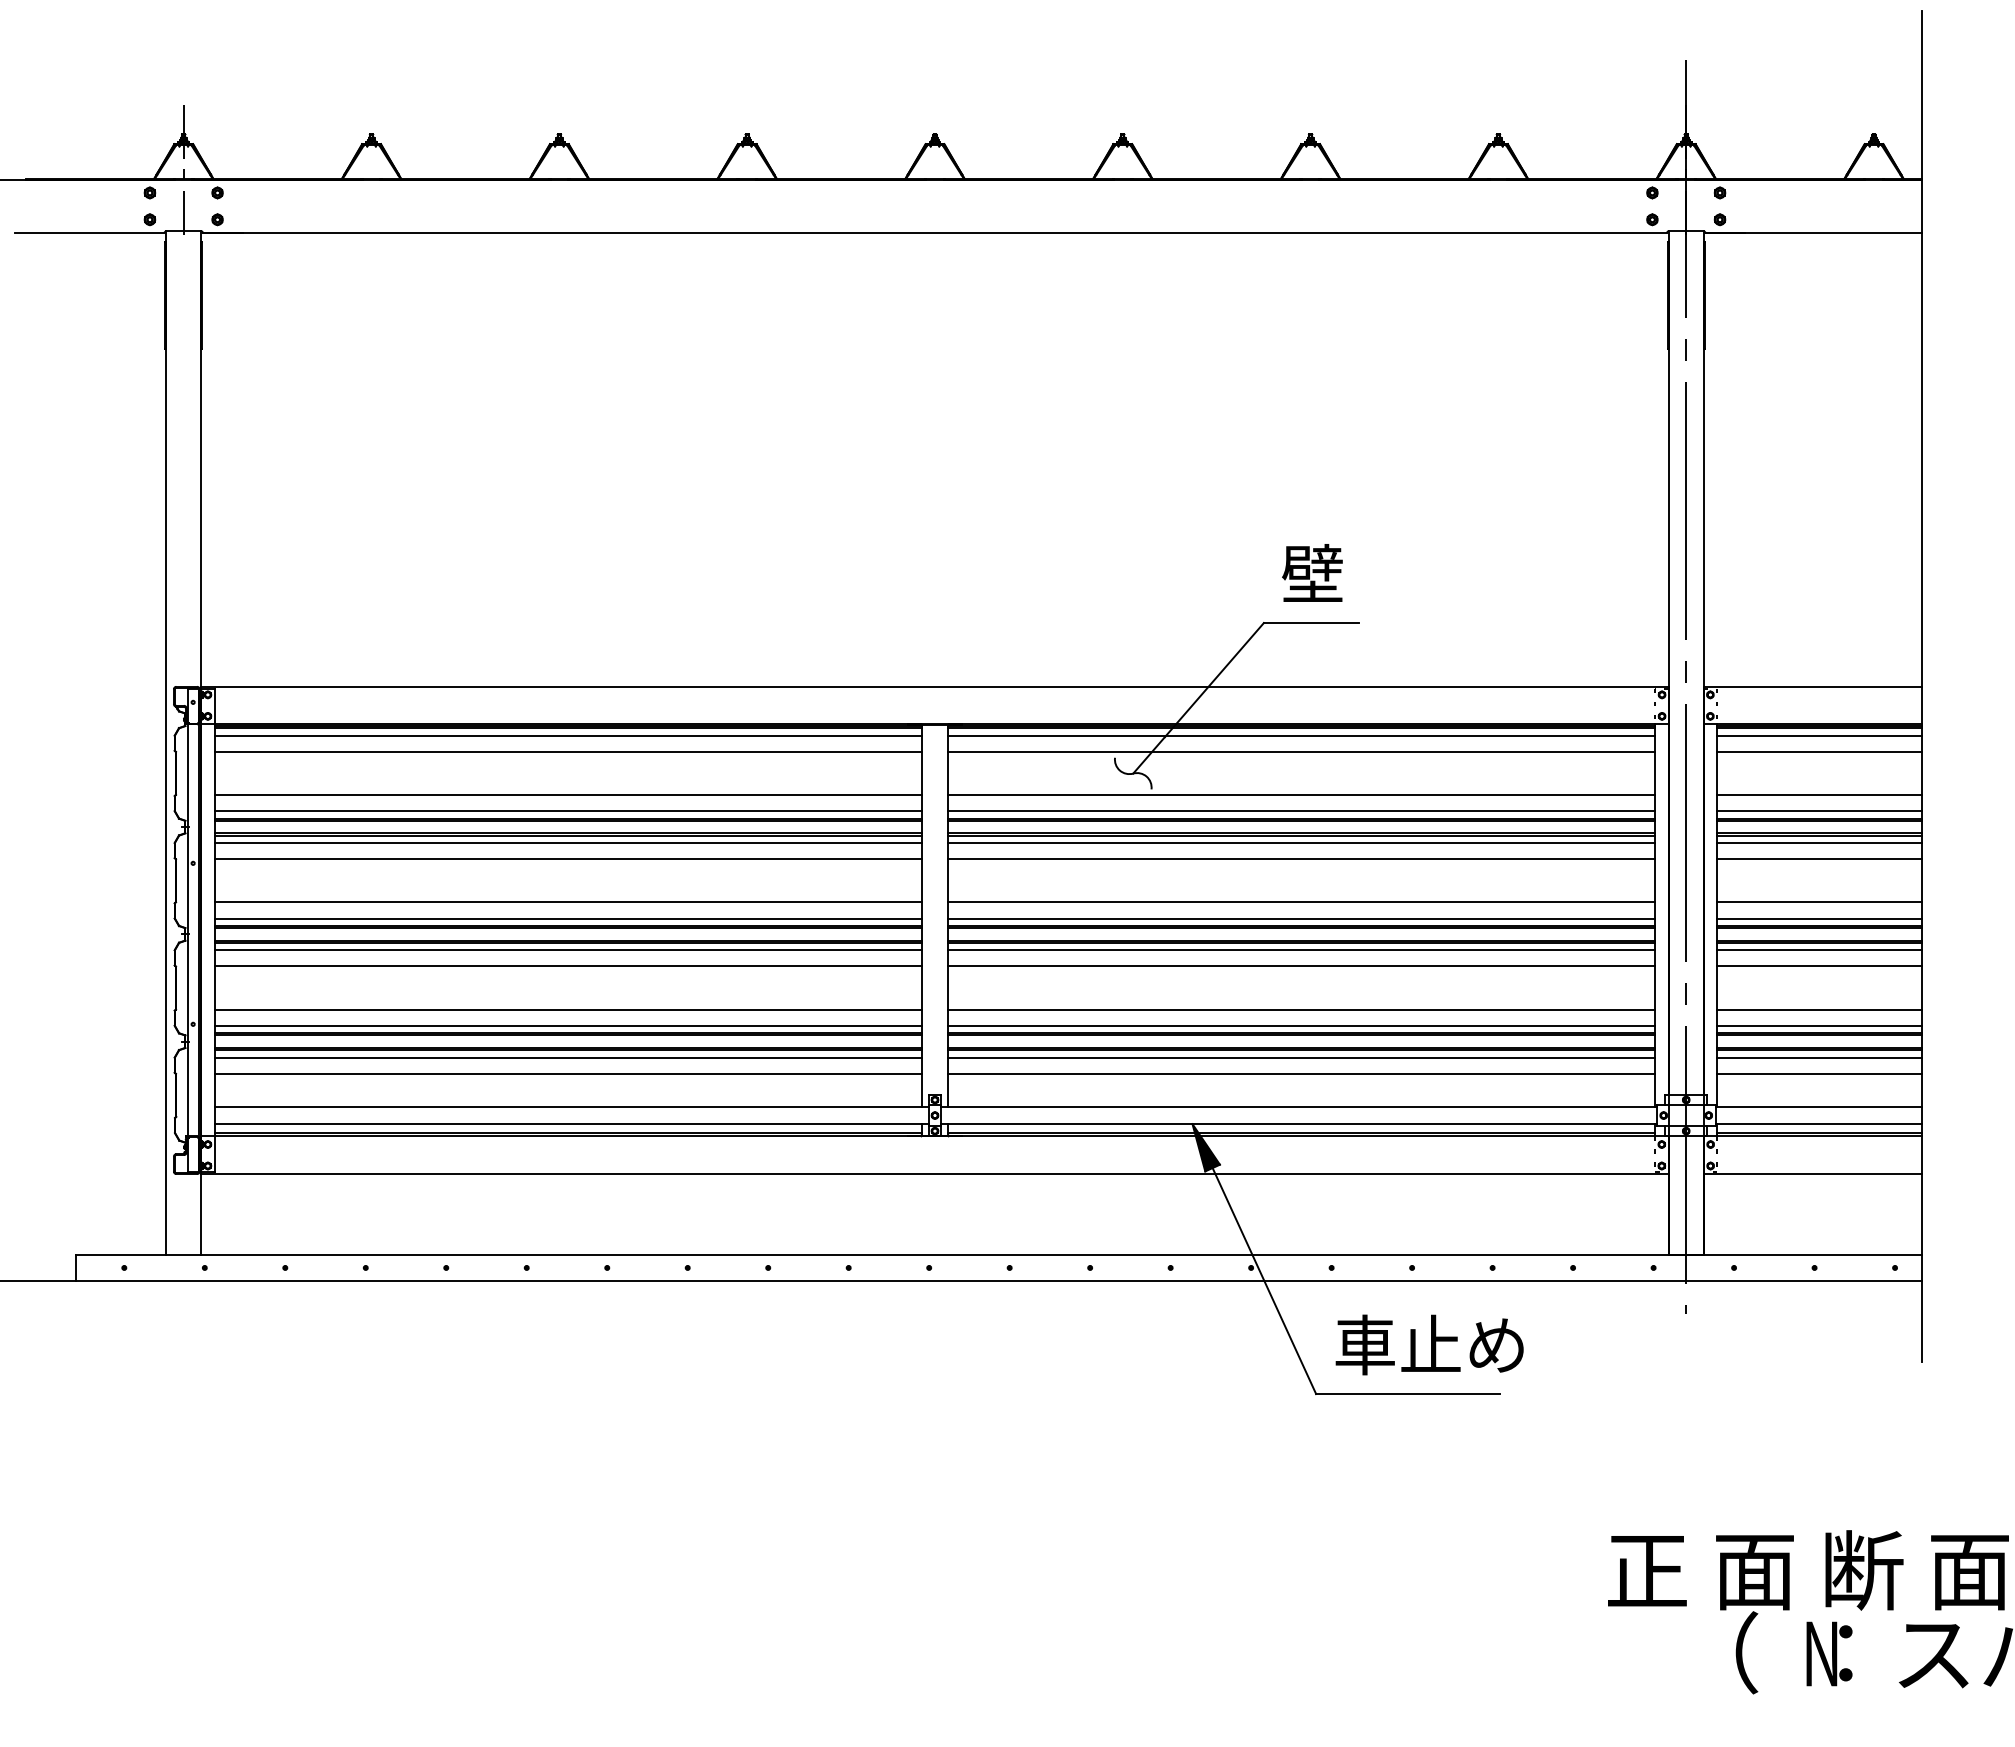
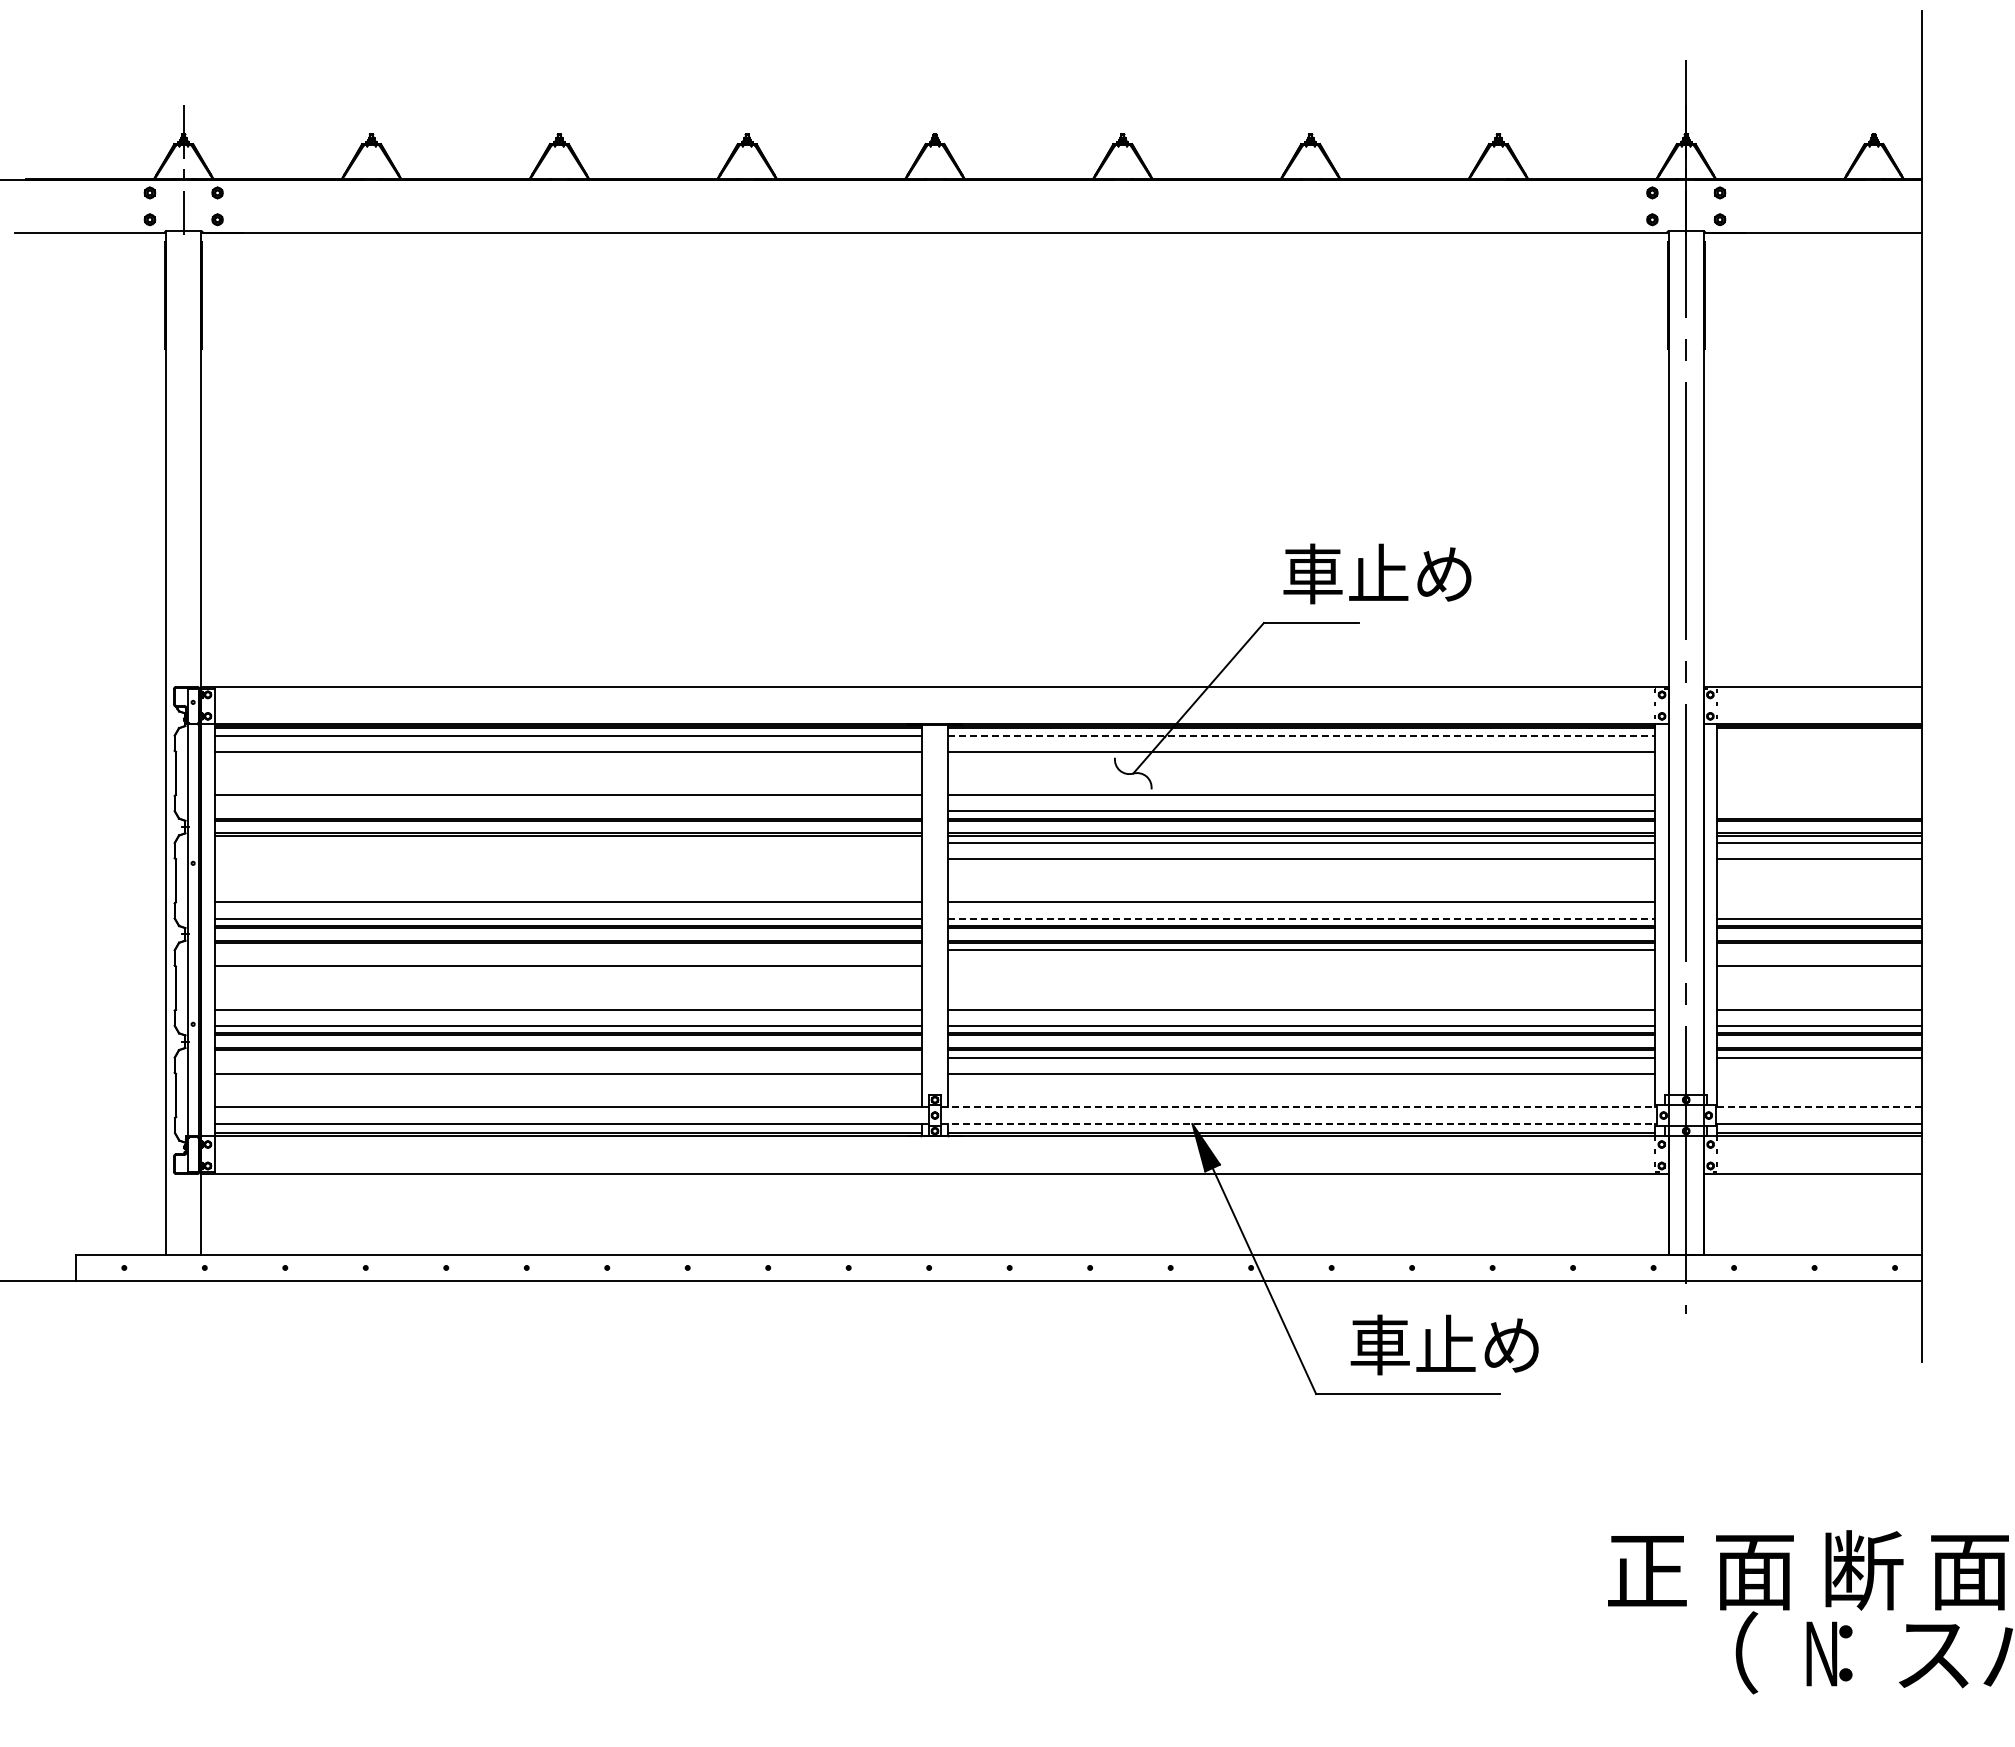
text at (1376, 573): 壁 -> 車止め
line at (1302, 735): solid -> dashed
line at (1819, 735): present -> none
line at (1819, 751): present -> none
line at (1819, 795): present -> none
line at (567, 811): present -> none
line at (1819, 811): present -> none
line at (567, 842): present -> none
line at (567, 859): present -> none
line at (1819, 902): present -> none
line at (1302, 918): solid -> dashed
line at (567, 950): present -> none
line at (1819, 950): present -> none
line at (1301, 966): present -> none
line at (567, 1057): present -> none
line at (1819, 1073): present -> none
line at (1299, 1106): solid -> dashed
line at (1818, 1106): solid -> dashed
line at (1299, 1124): solid -> dashed
text at (1429, 1344) position: (1429, 1344) -> (1444, 1344)
